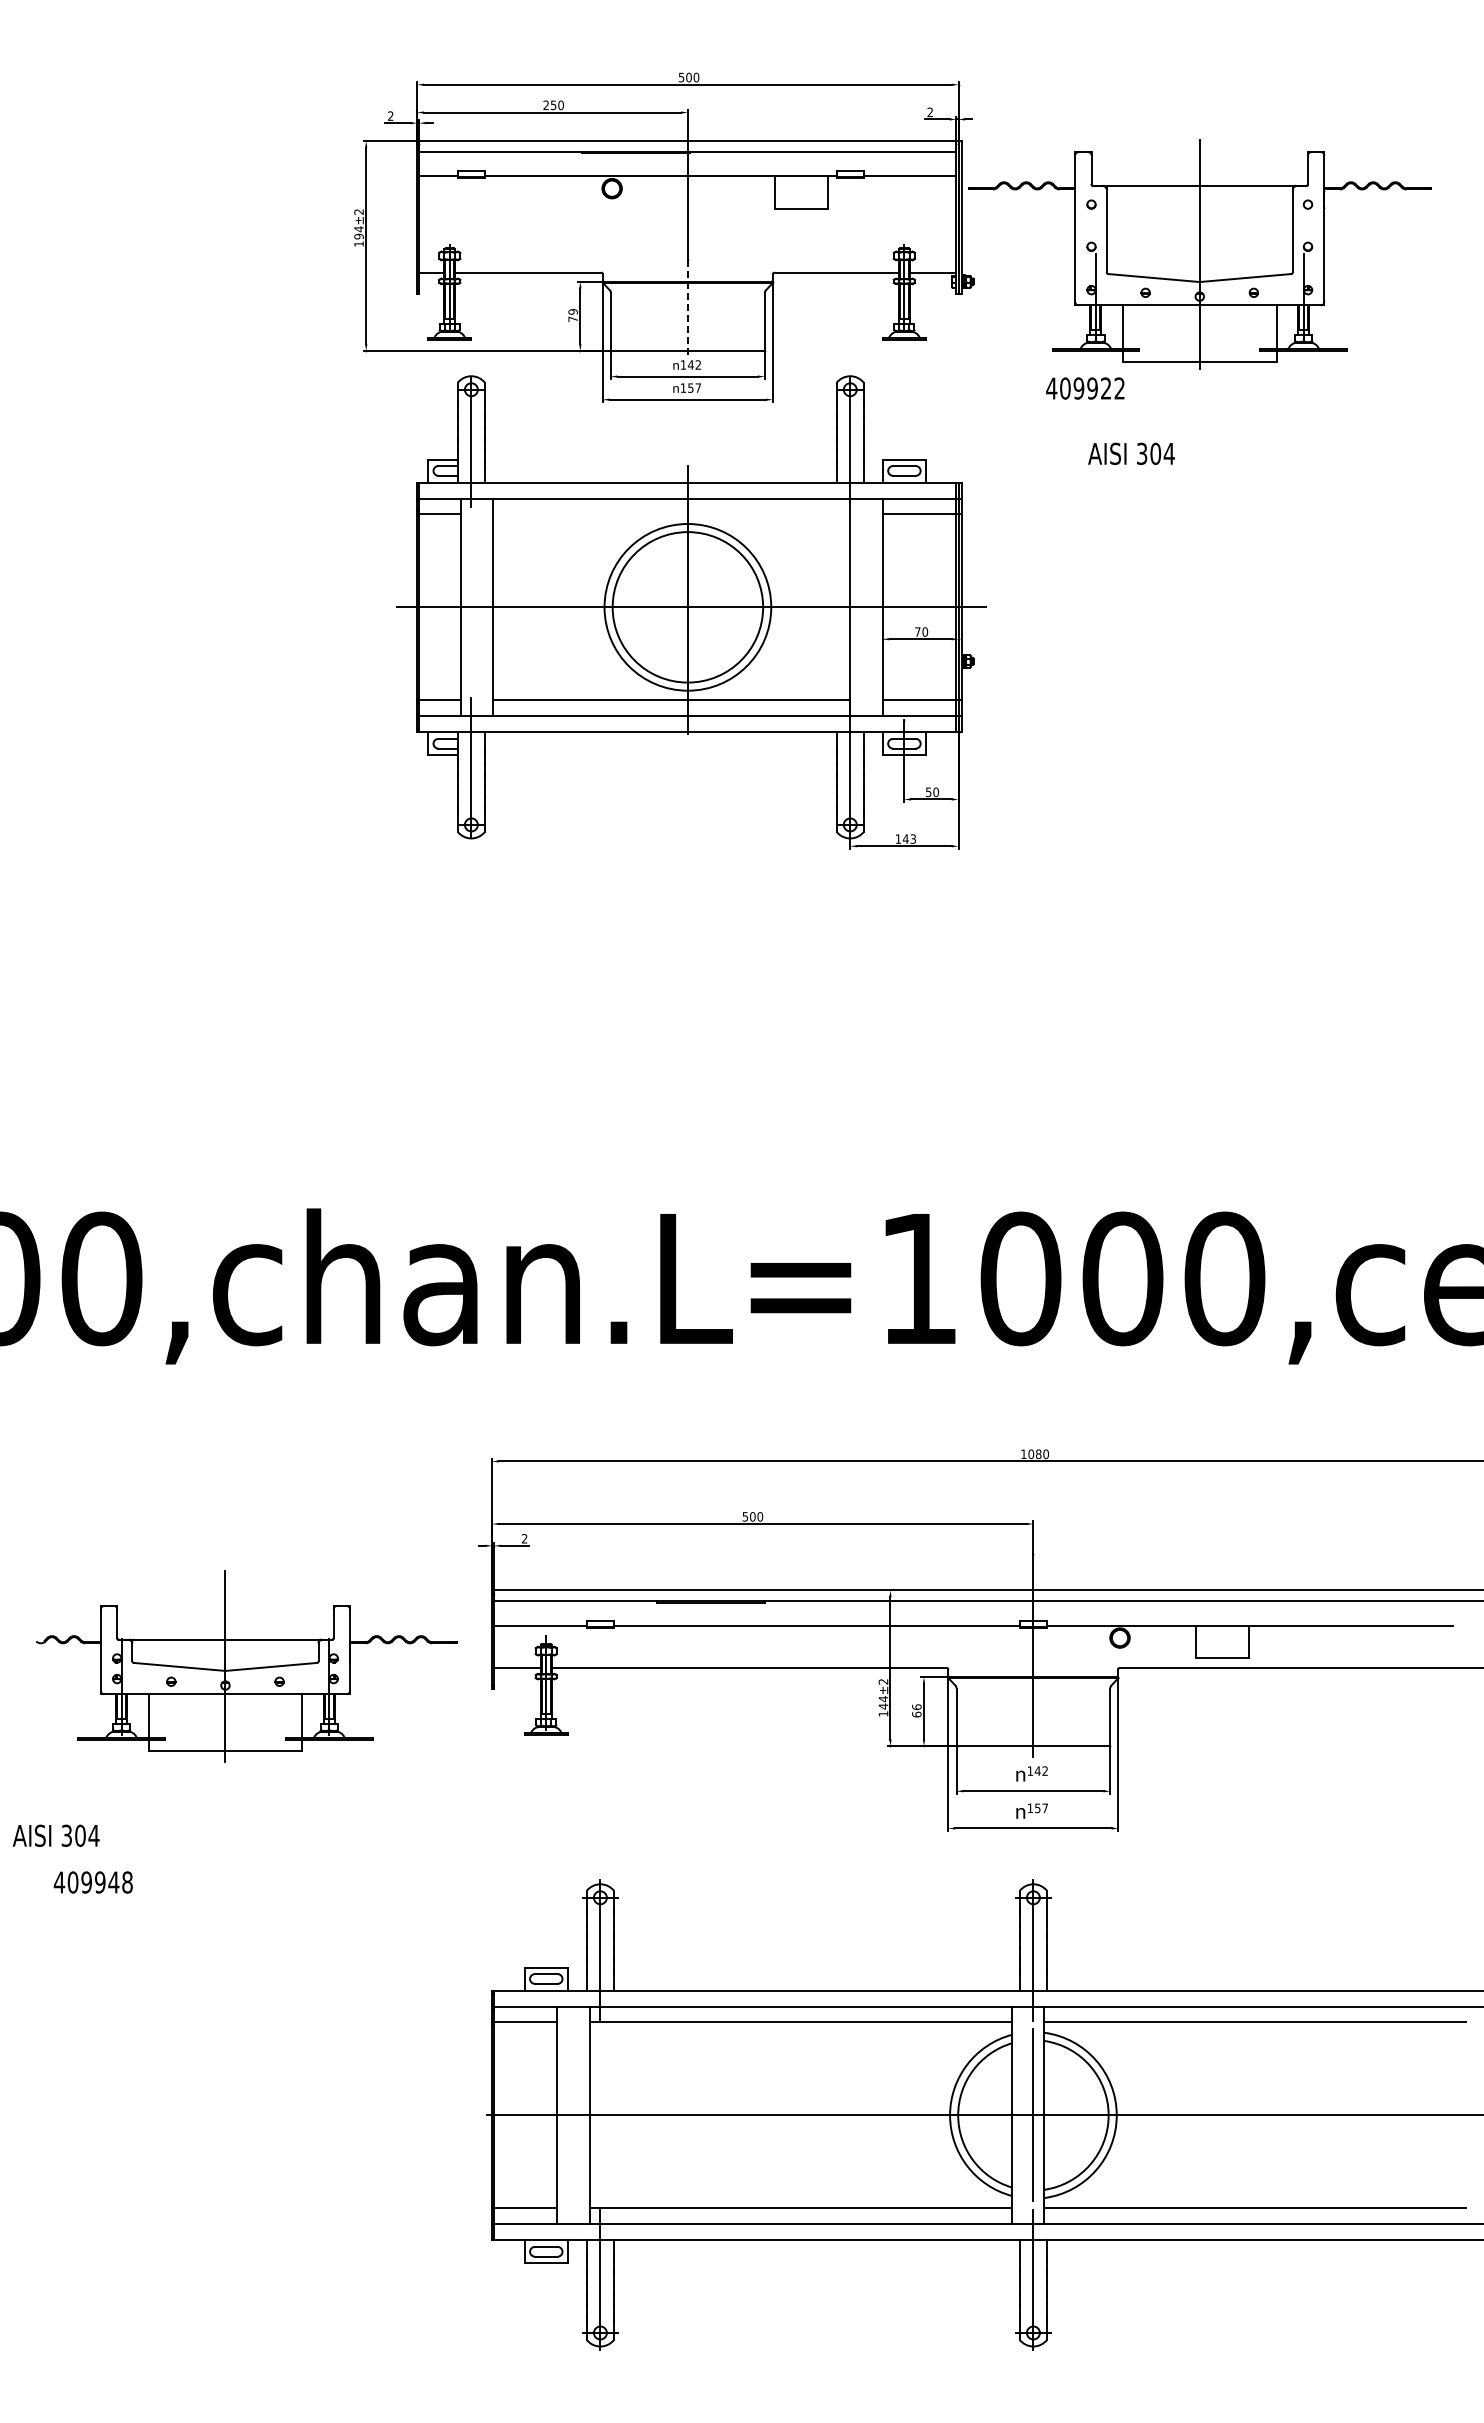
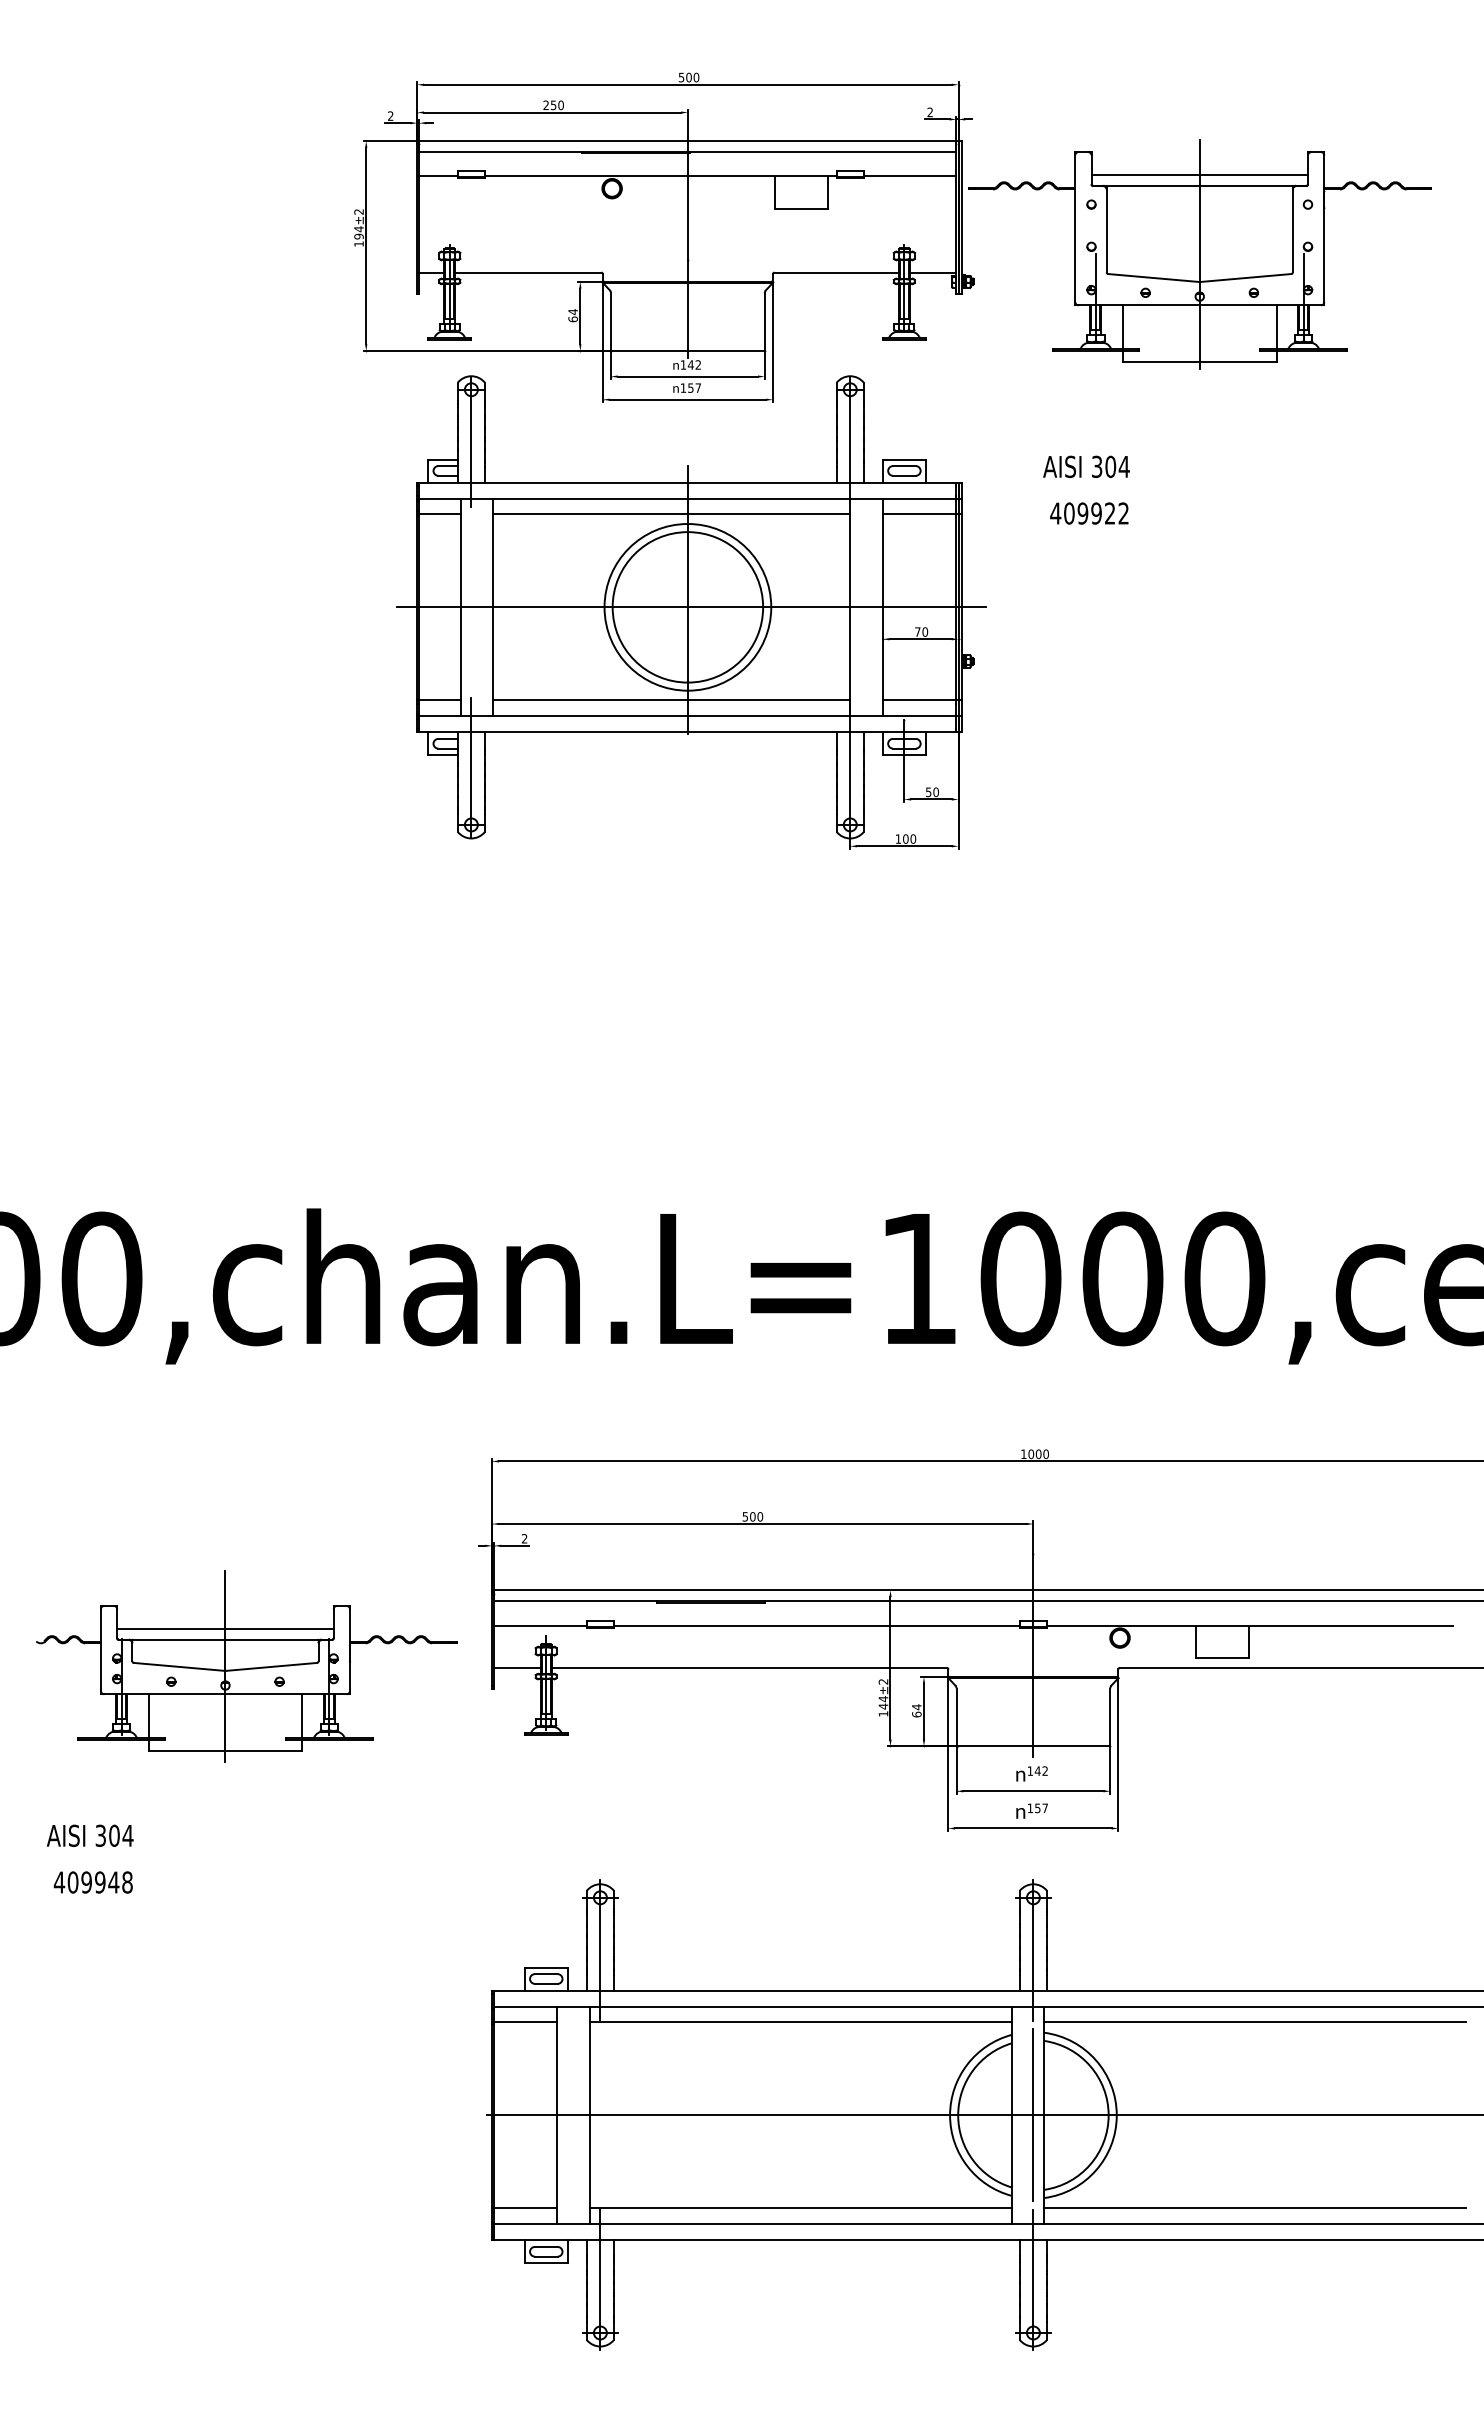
line at (1199, 174): none -> present
line at (687, 308): dashed -> solid
text at (572, 315): 79 -> 64
text at (1085, 388) position: (1085, 388) -> (1089, 513)
text at (1131, 453) position: (1131, 453) -> (1086, 466)
line at (671, 514): none -> present
text at (909, 838): 143 -> 100
text at (1038, 1453): 1080 -> 1000
line at (225, 1628): none -> present
text at (916, 1707): 66 -> 64
text at (55, 1835) position: (55, 1835) -> (89, 1835)
